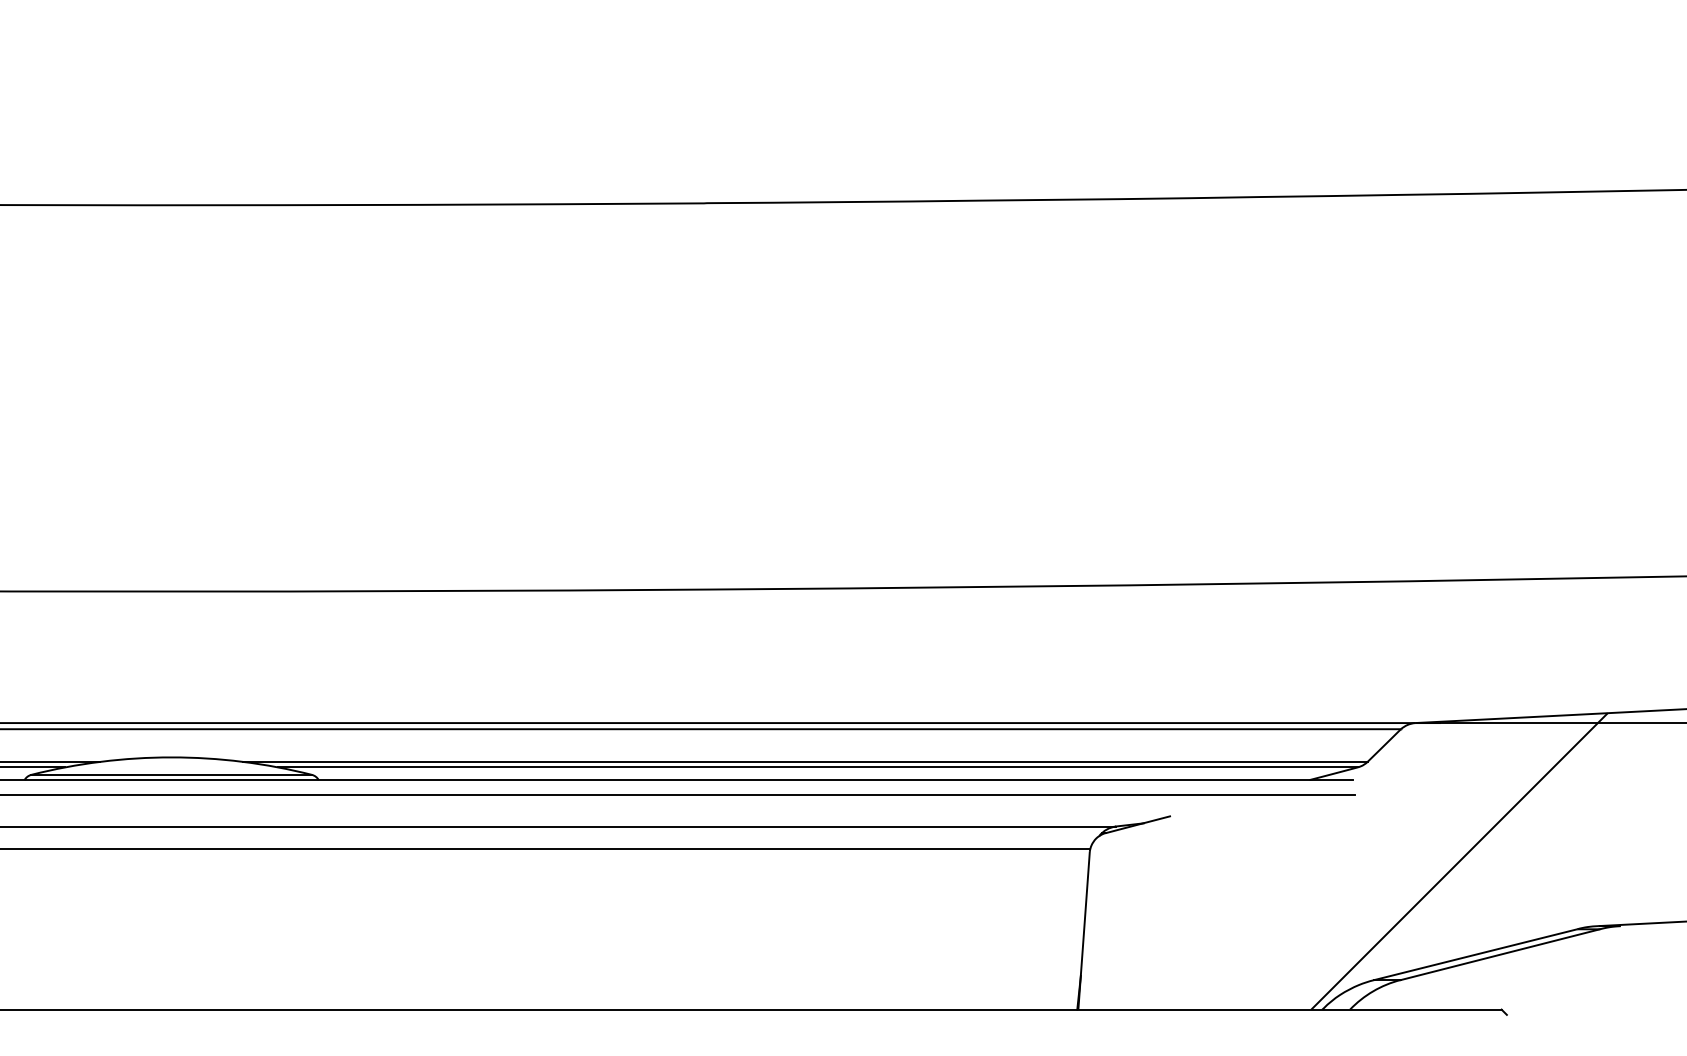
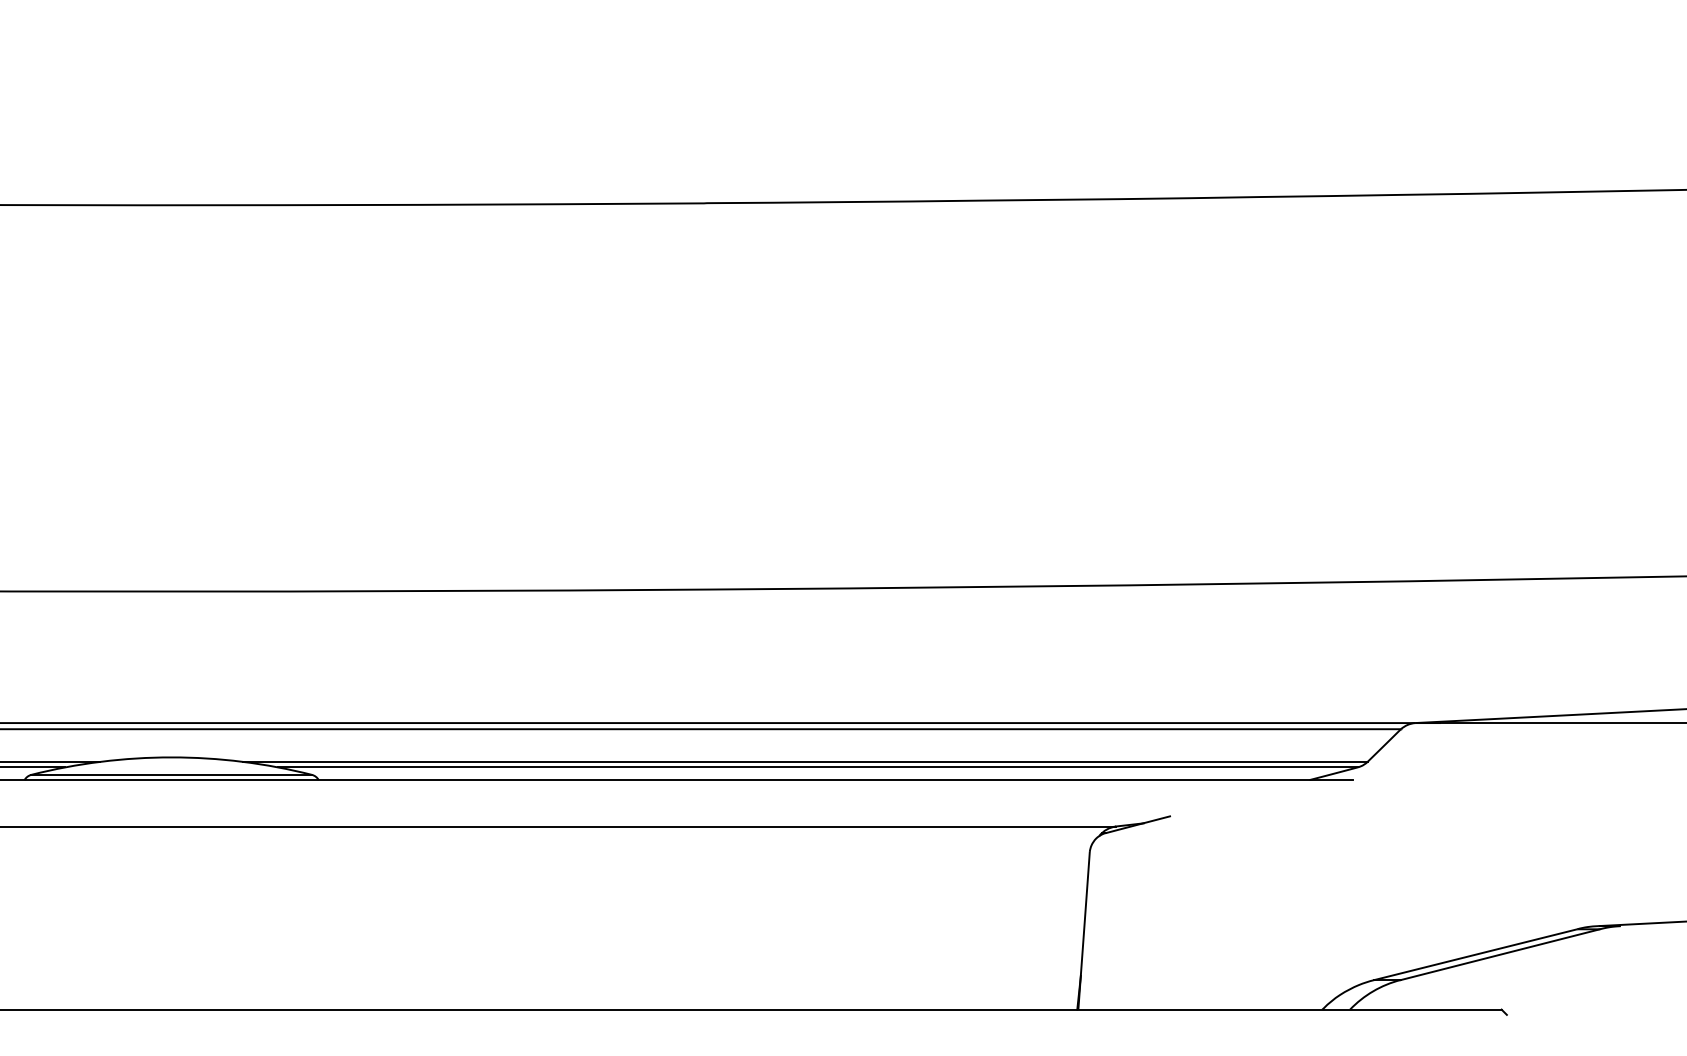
line at (678, 794): present -> none
line at (546, 849): present -> none
hatch at (1459, 861): present -> none
